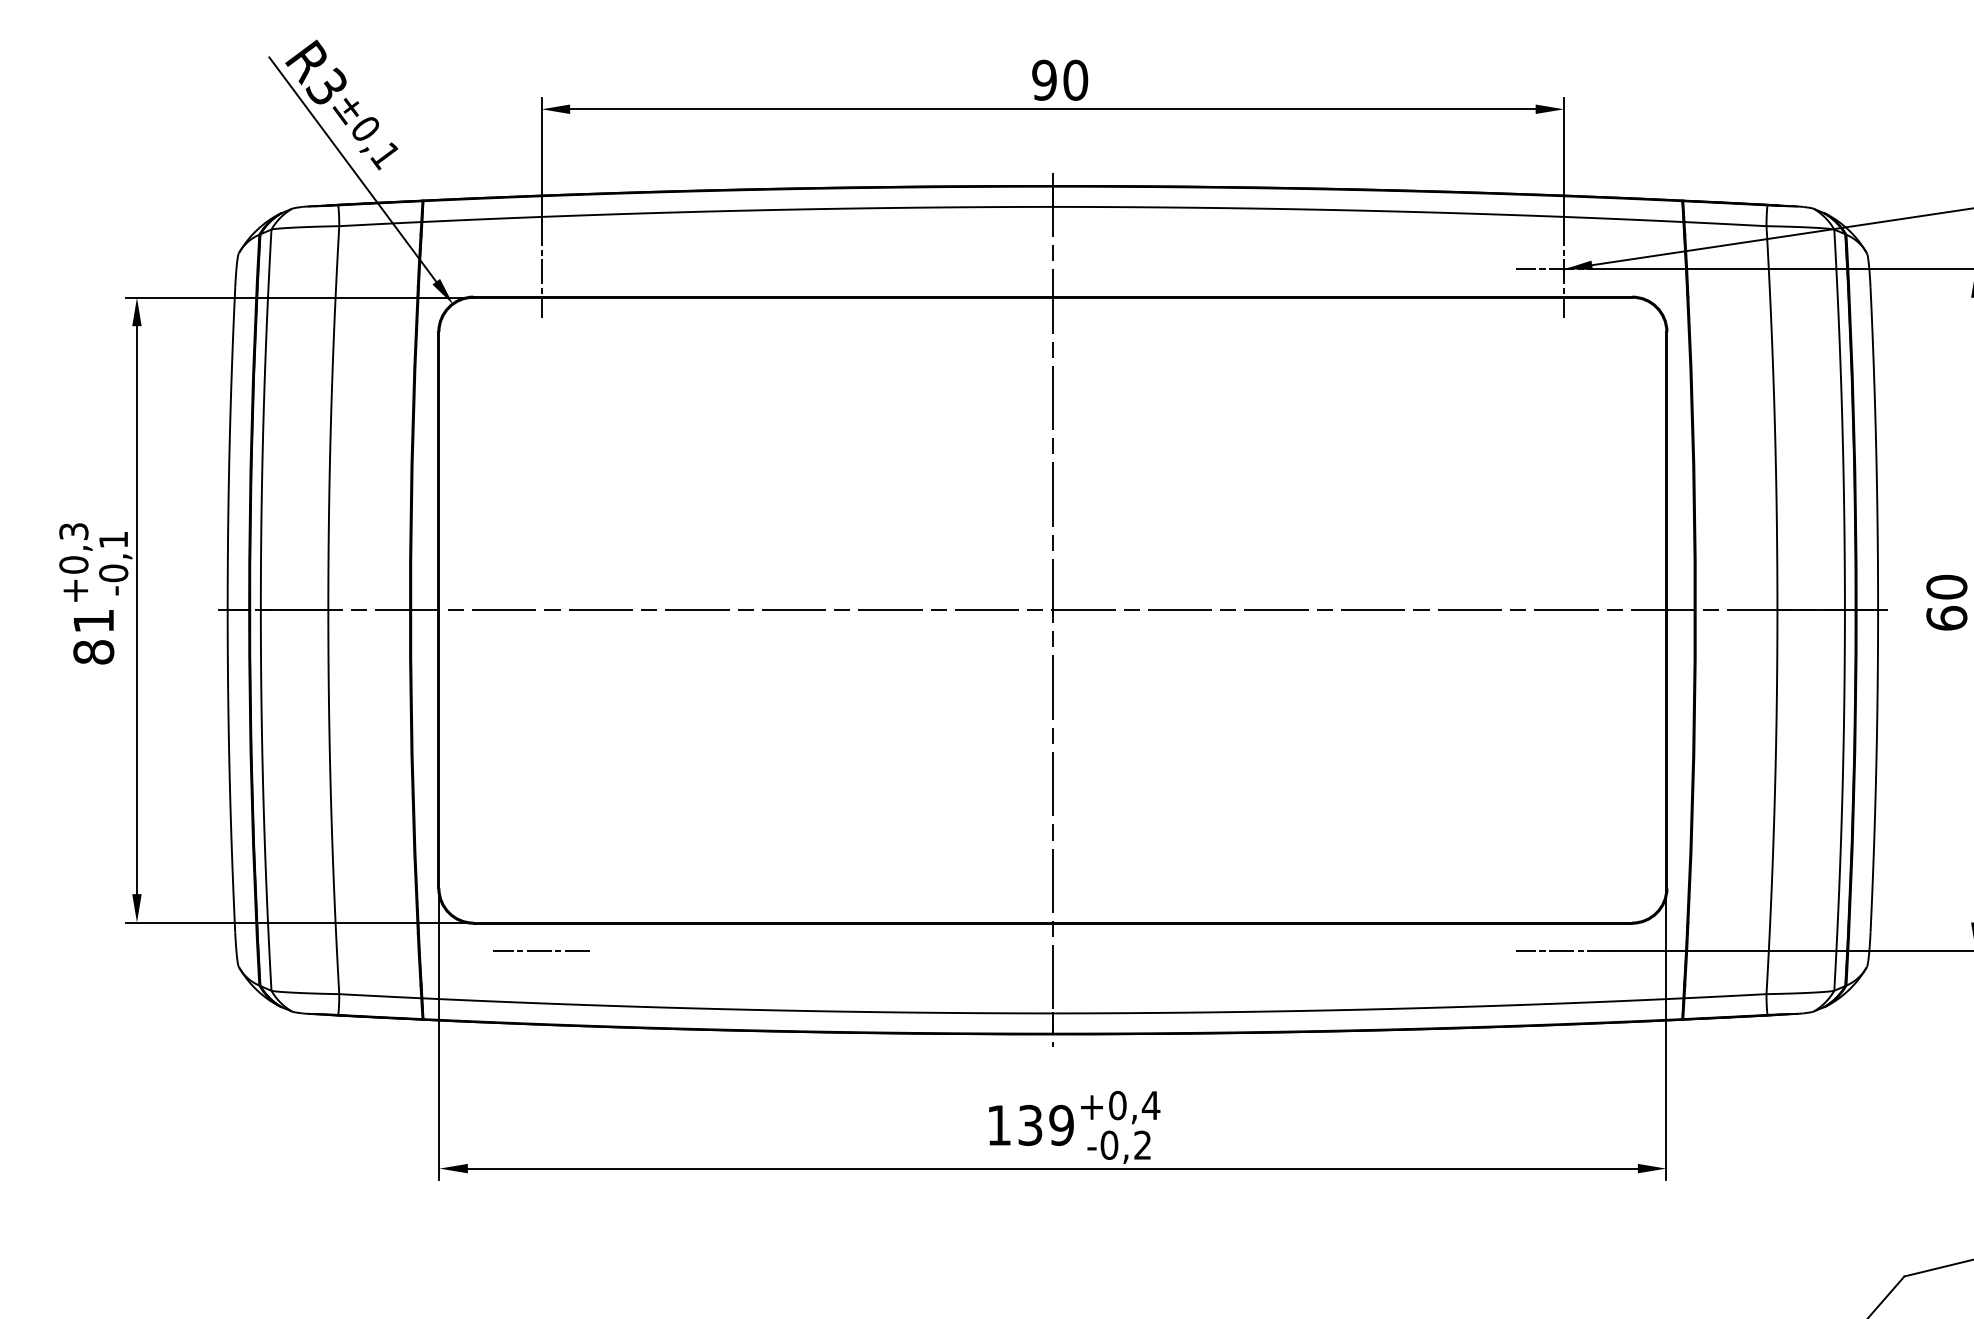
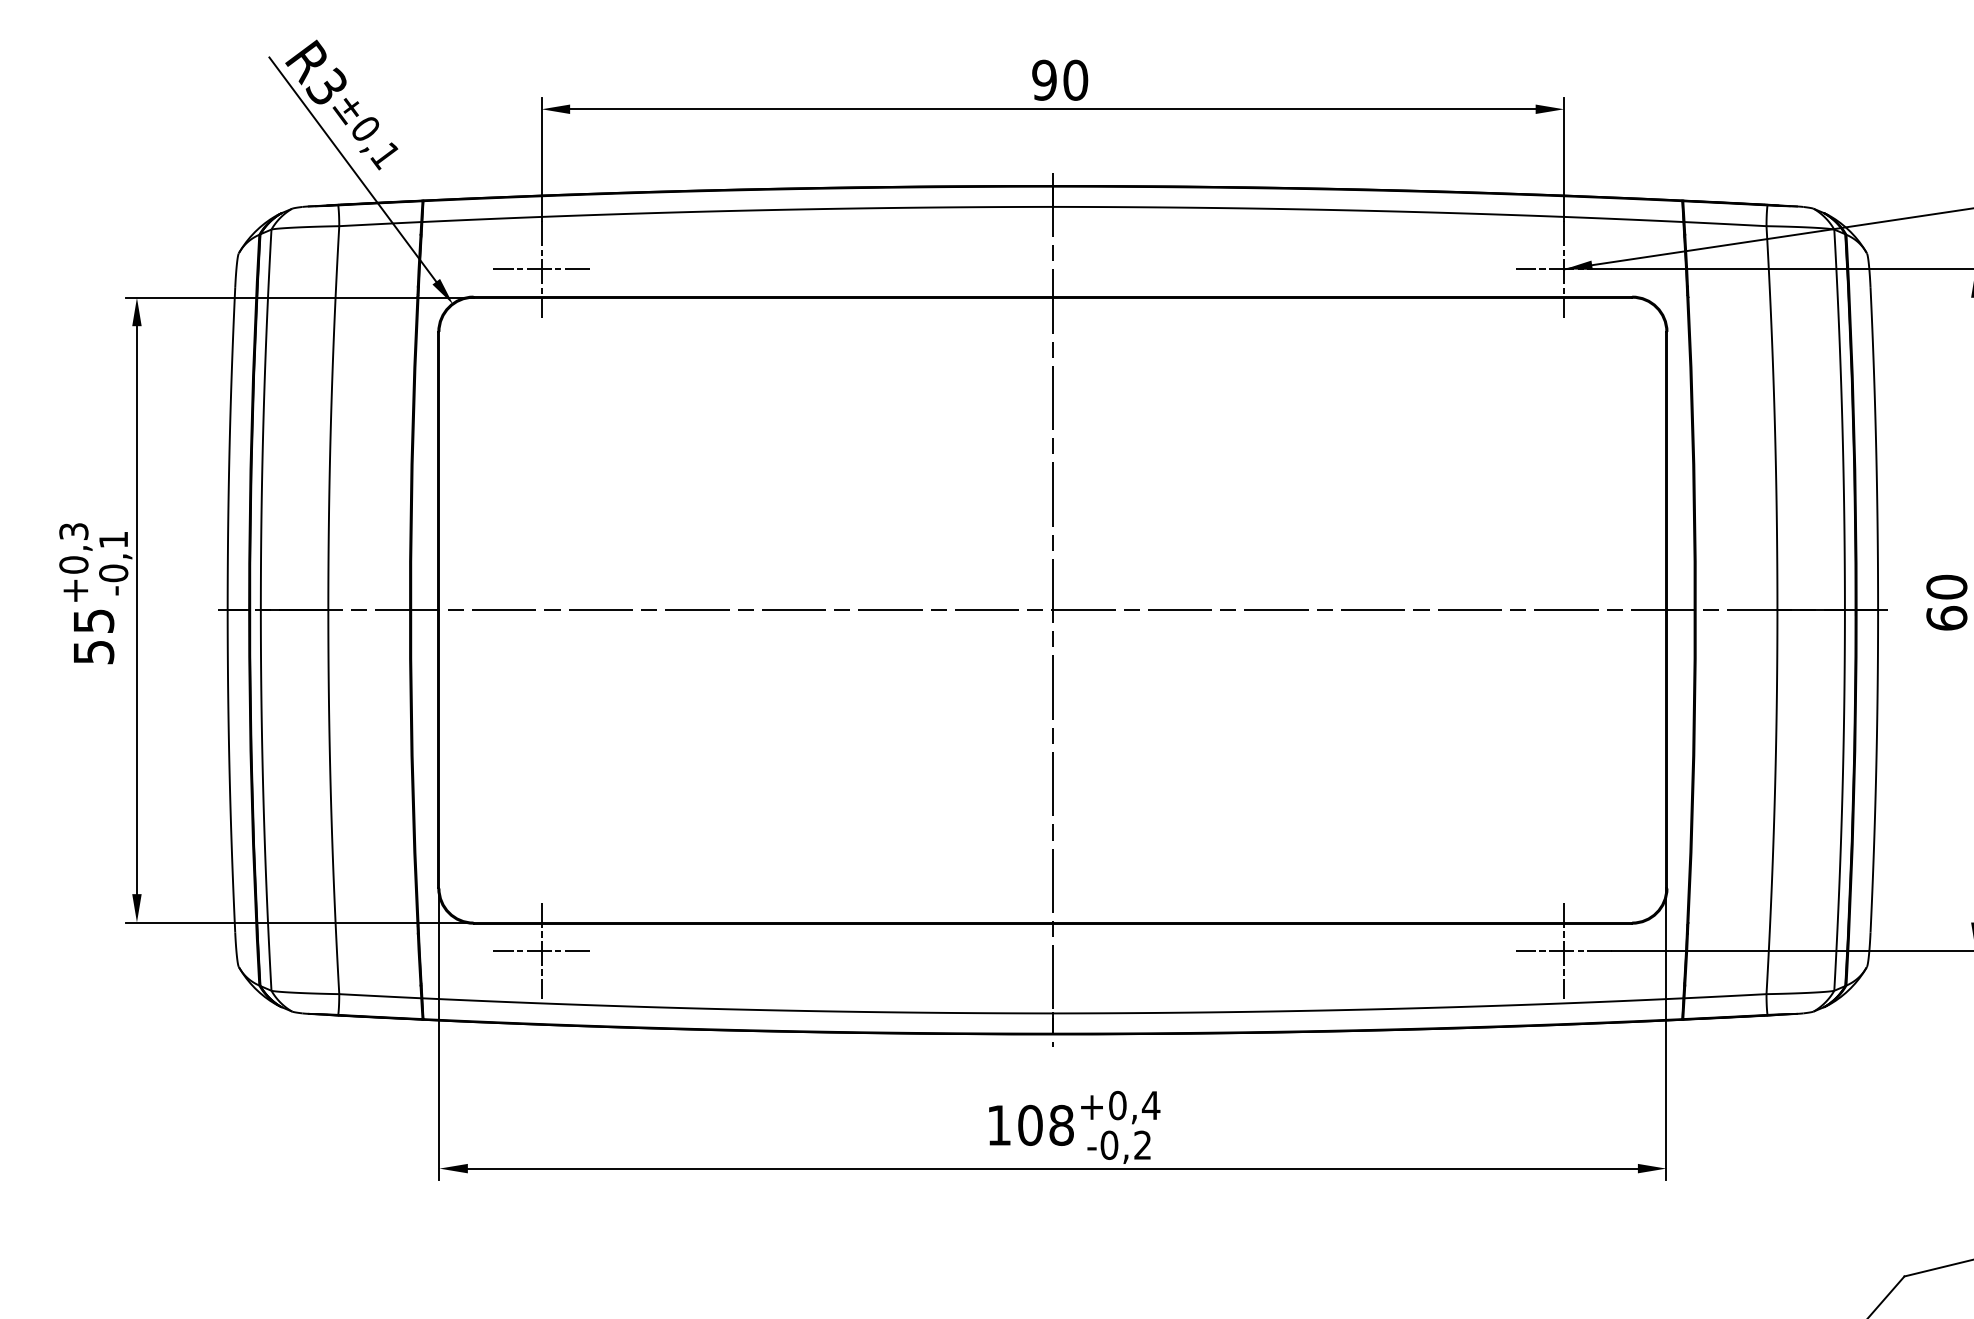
line at (541, 269): none -> present
text at (93, 636): 81 -> 55
line at (541, 950): none -> present
line at (1564, 950): none -> present
text at (1045, 1124): 139 -> 108
